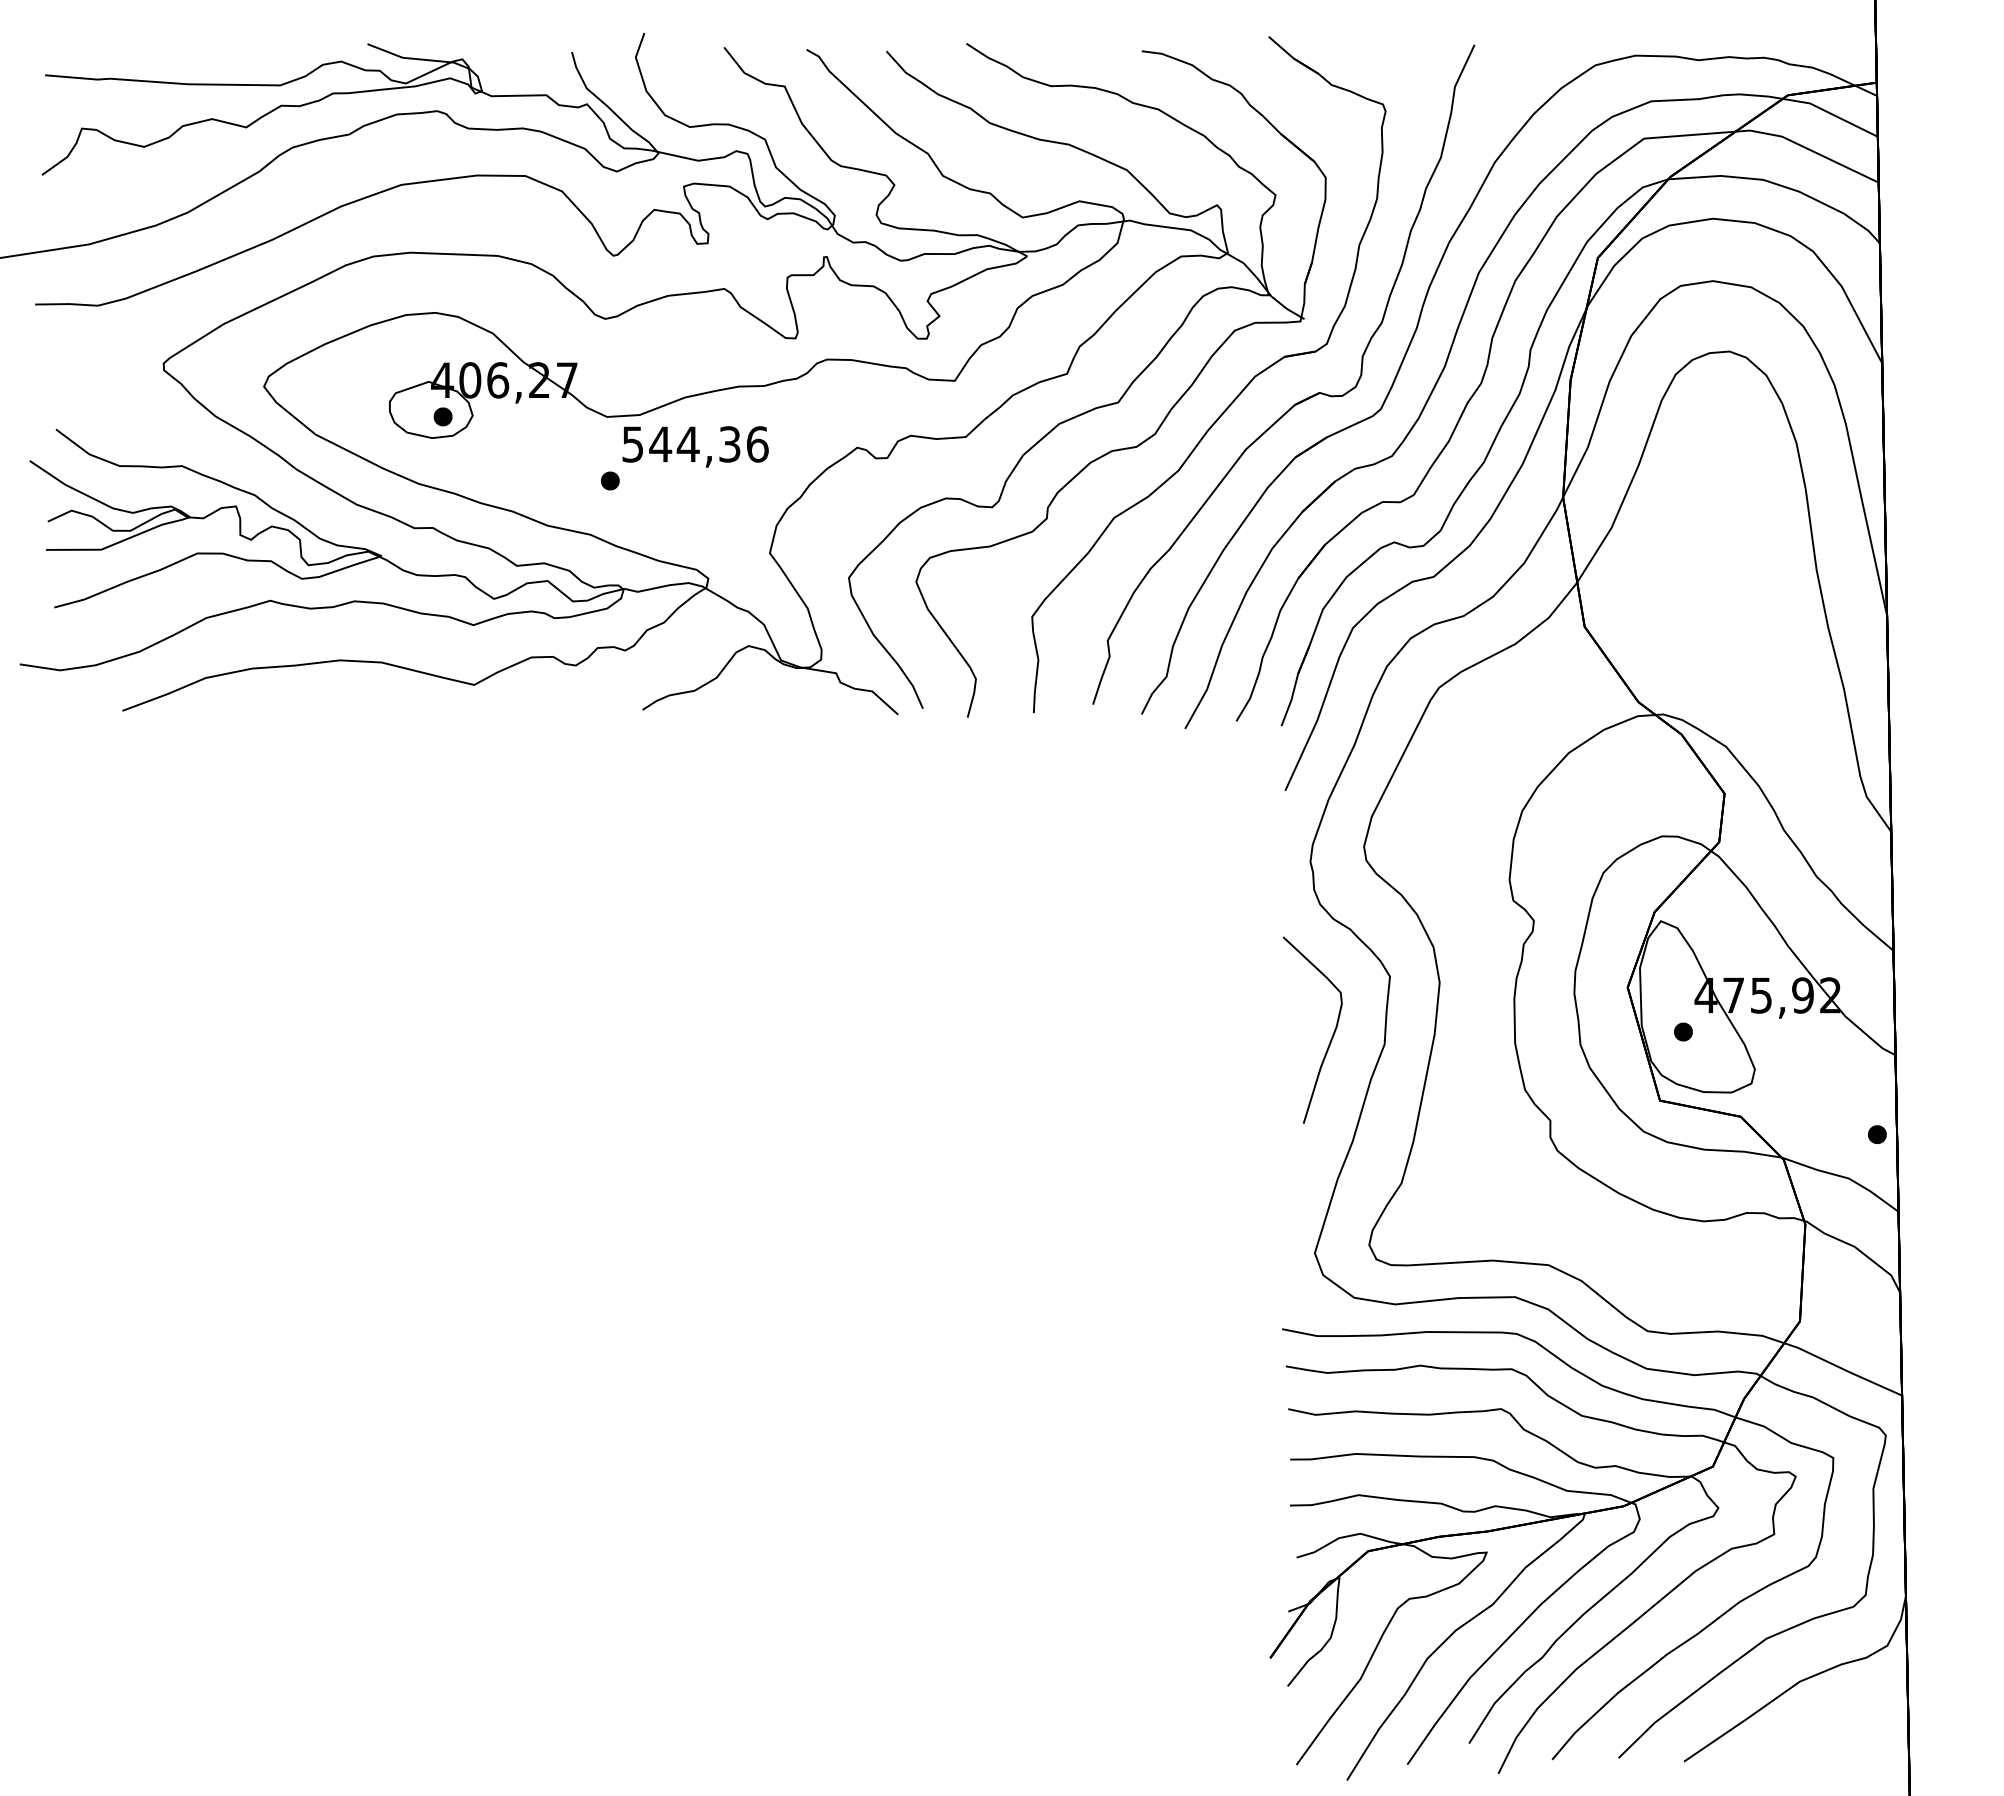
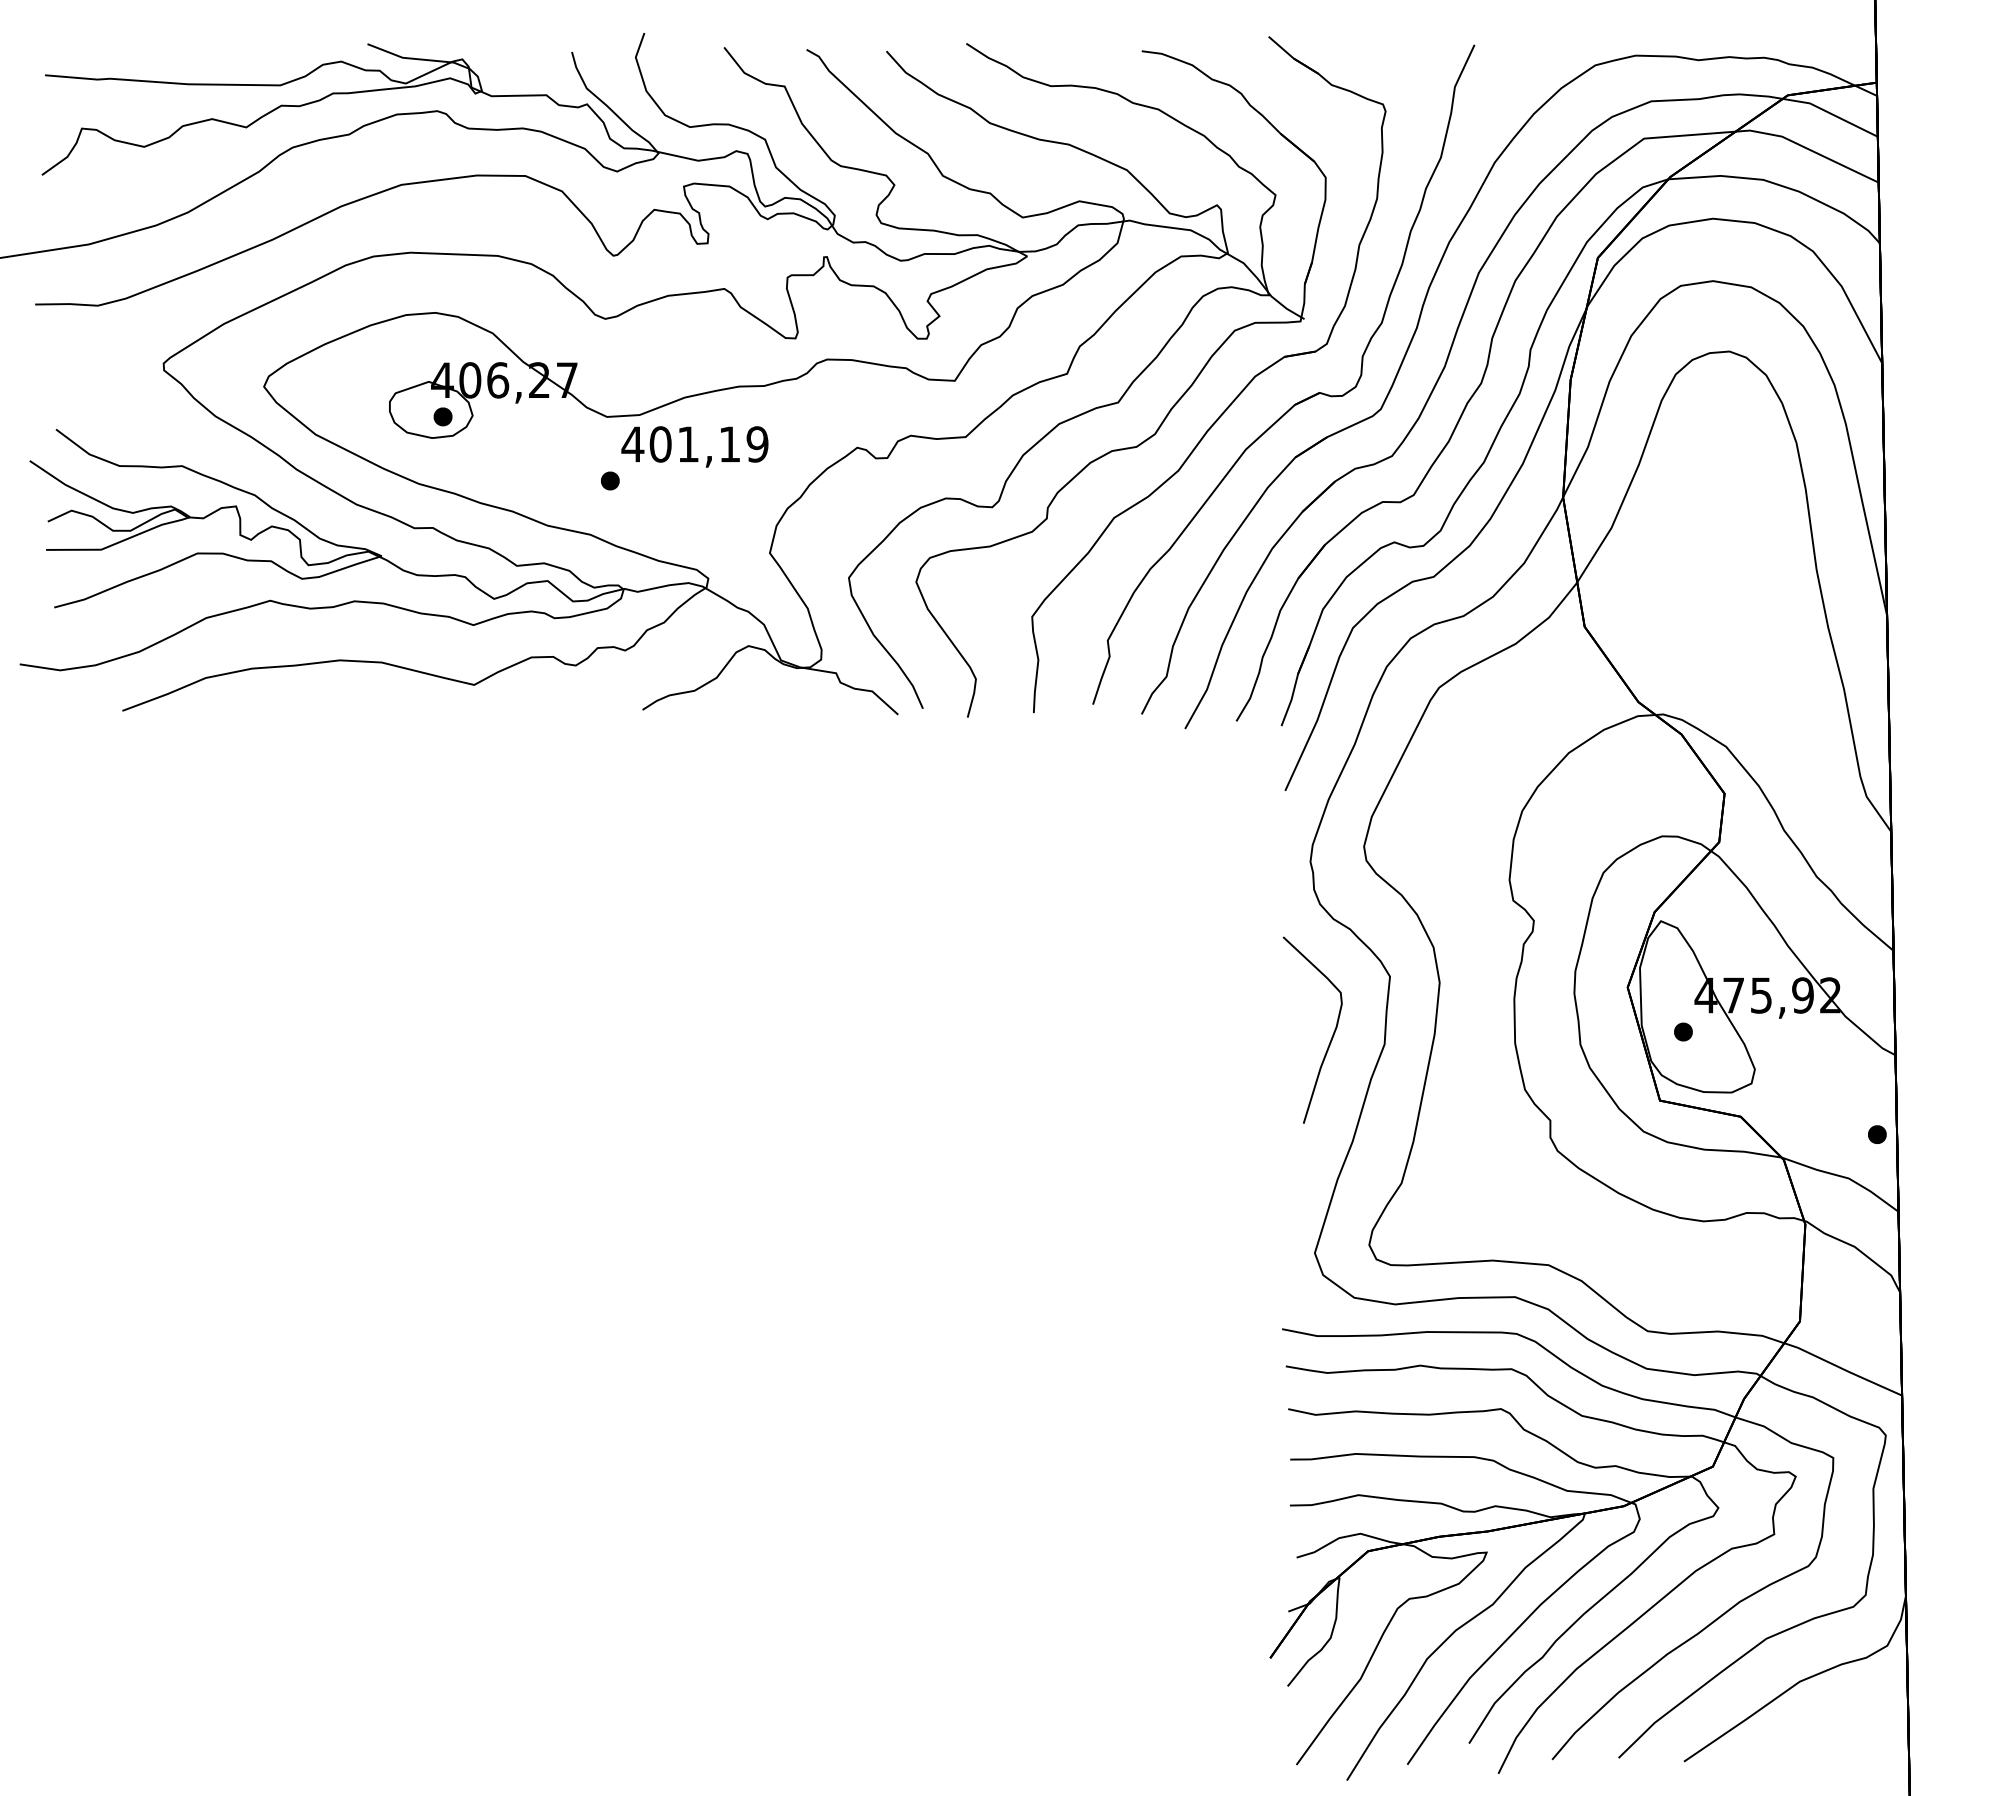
text at (694, 444): 544,36 -> 401,19
